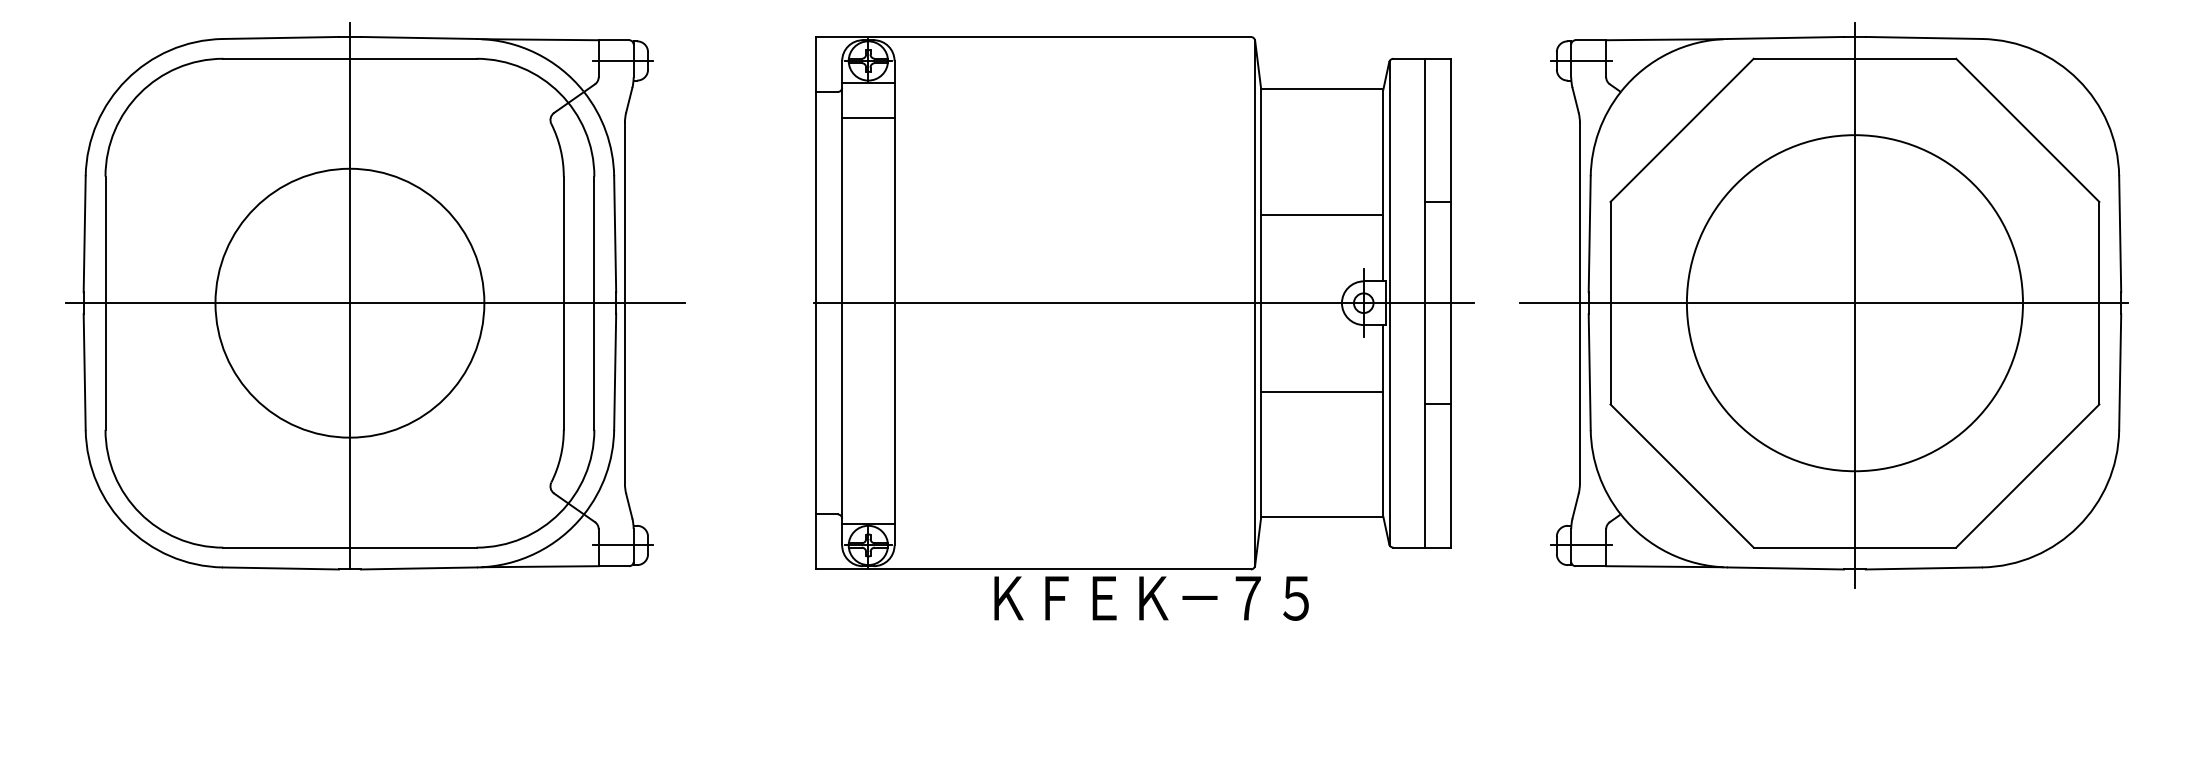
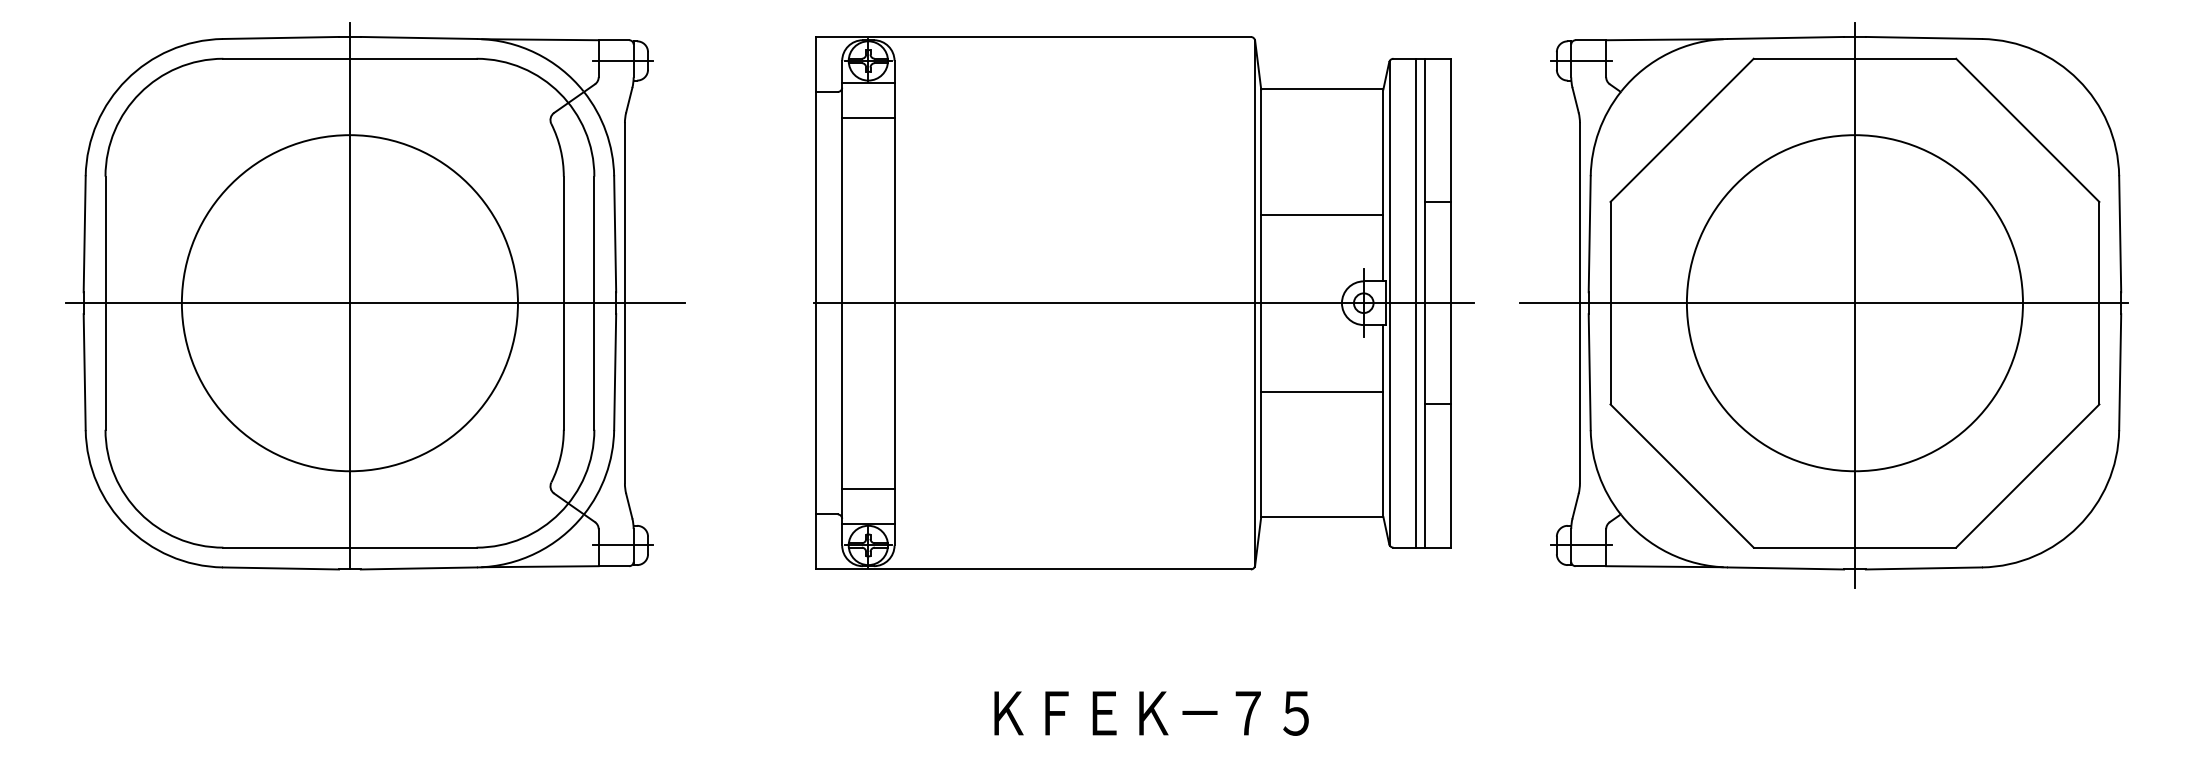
circle at (349, 302) diameter: 269 px -> 336 px
line at (1416, 302): none -> present
line at (868, 488): none -> present
text at (1151, 598) position: (1151, 598) -> (1151, 713)
